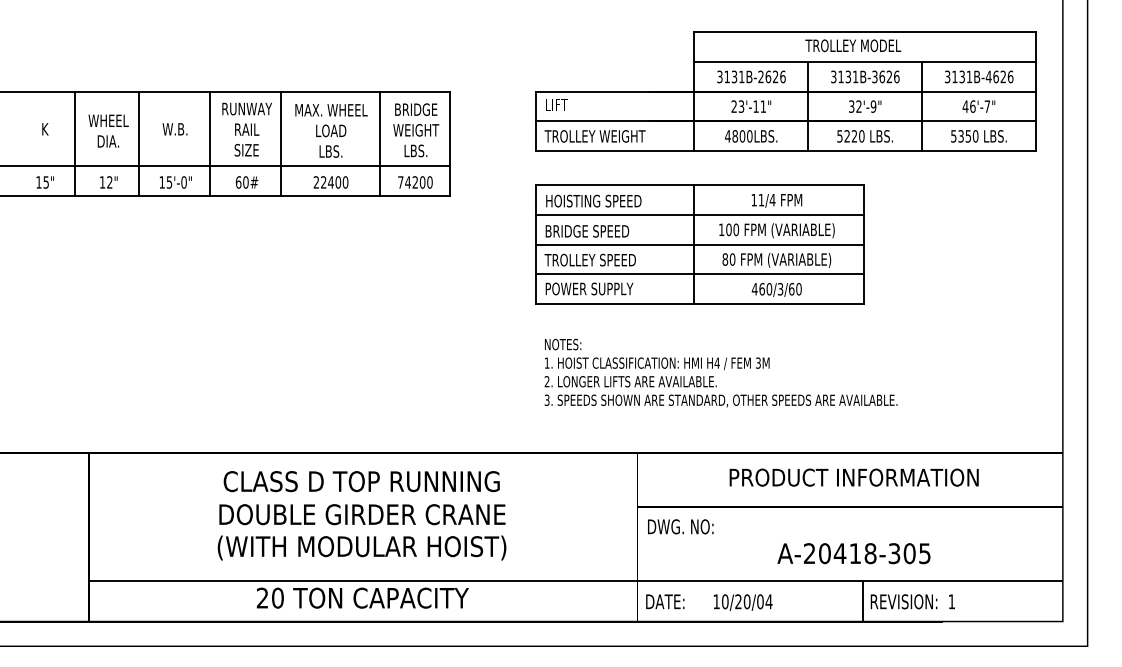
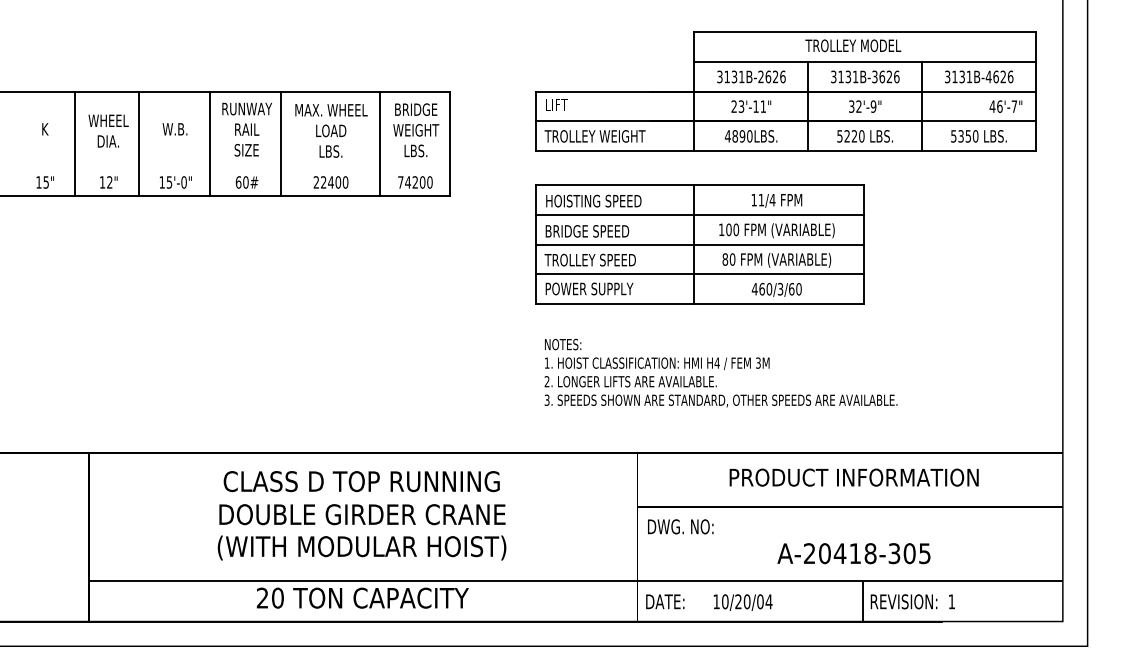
text at (978, 106) position: (978, 106) -> (1005, 106)
text at (742, 136): 4800LBS. -> 4890LBS.
line at (226, 166): present -> none
